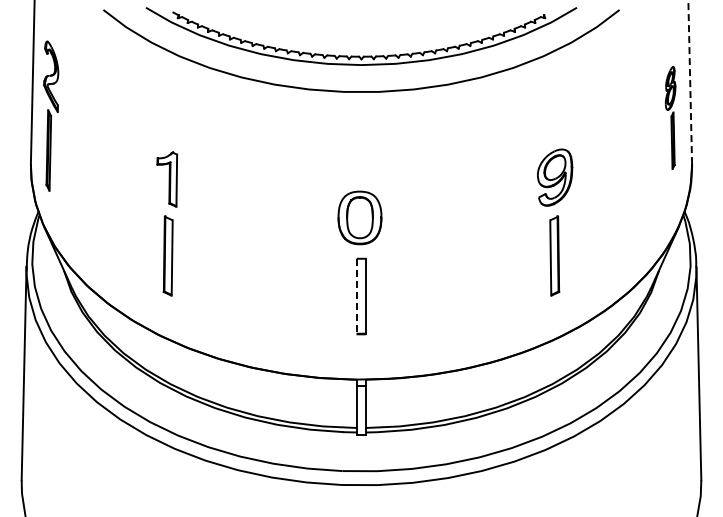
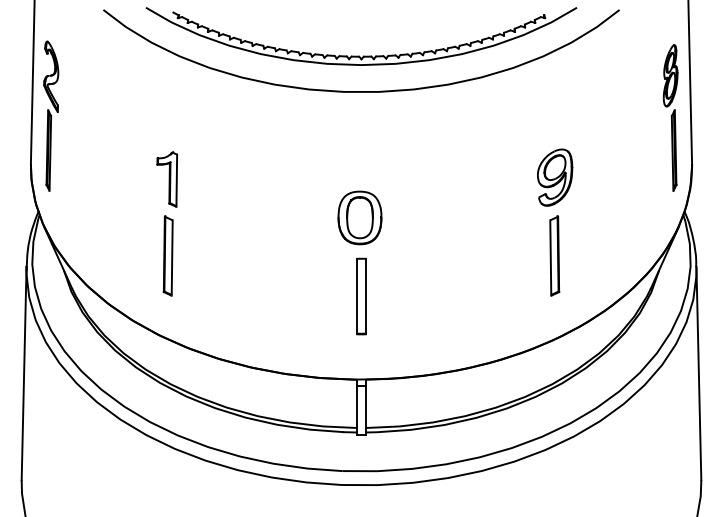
line at (690, 82): dashed -> solid
part at (670, 117) size: 13x104 px -> 17x148 px
line at (356, 296): dashed -> solid
